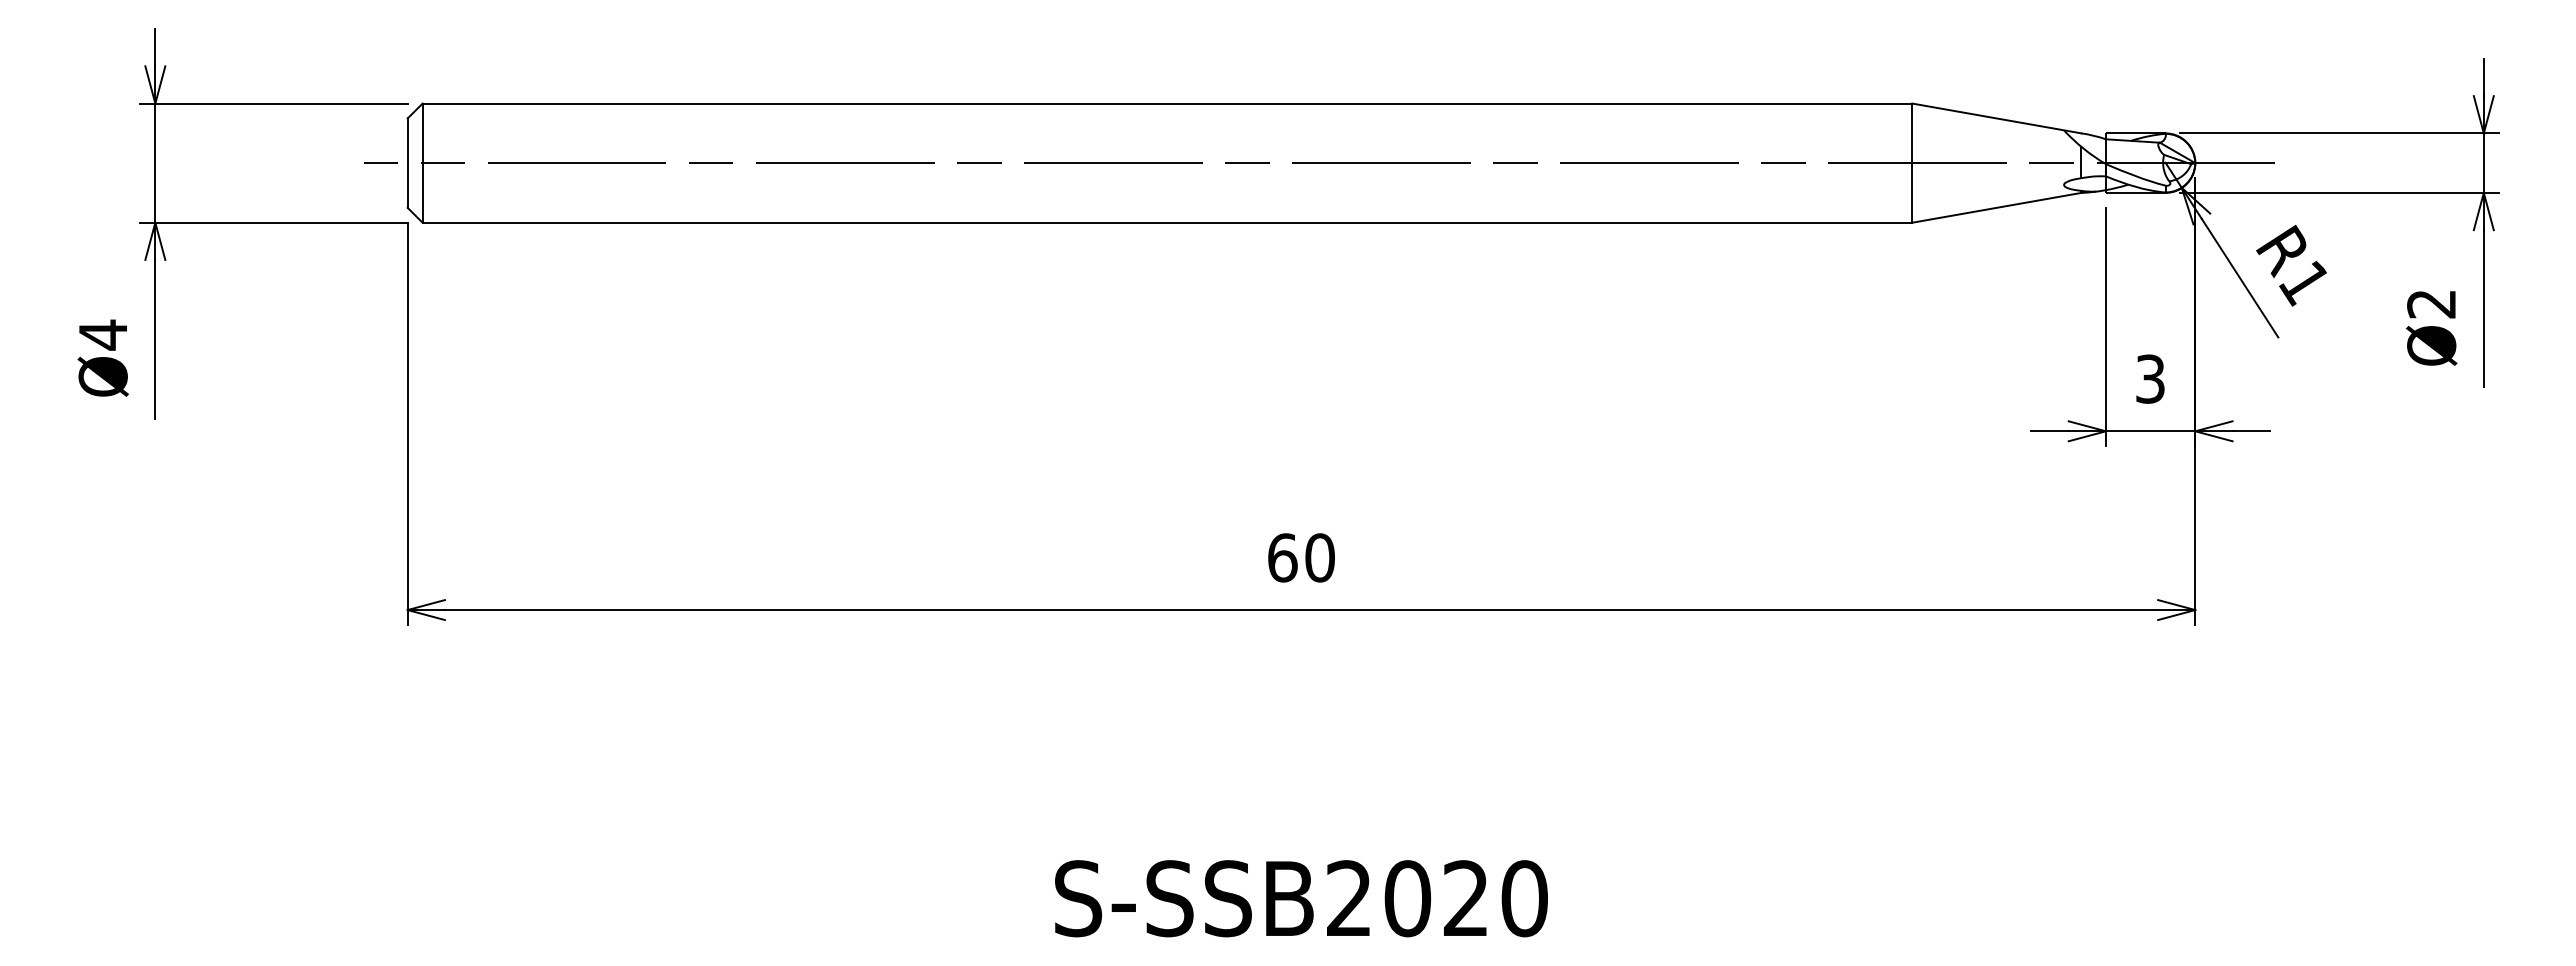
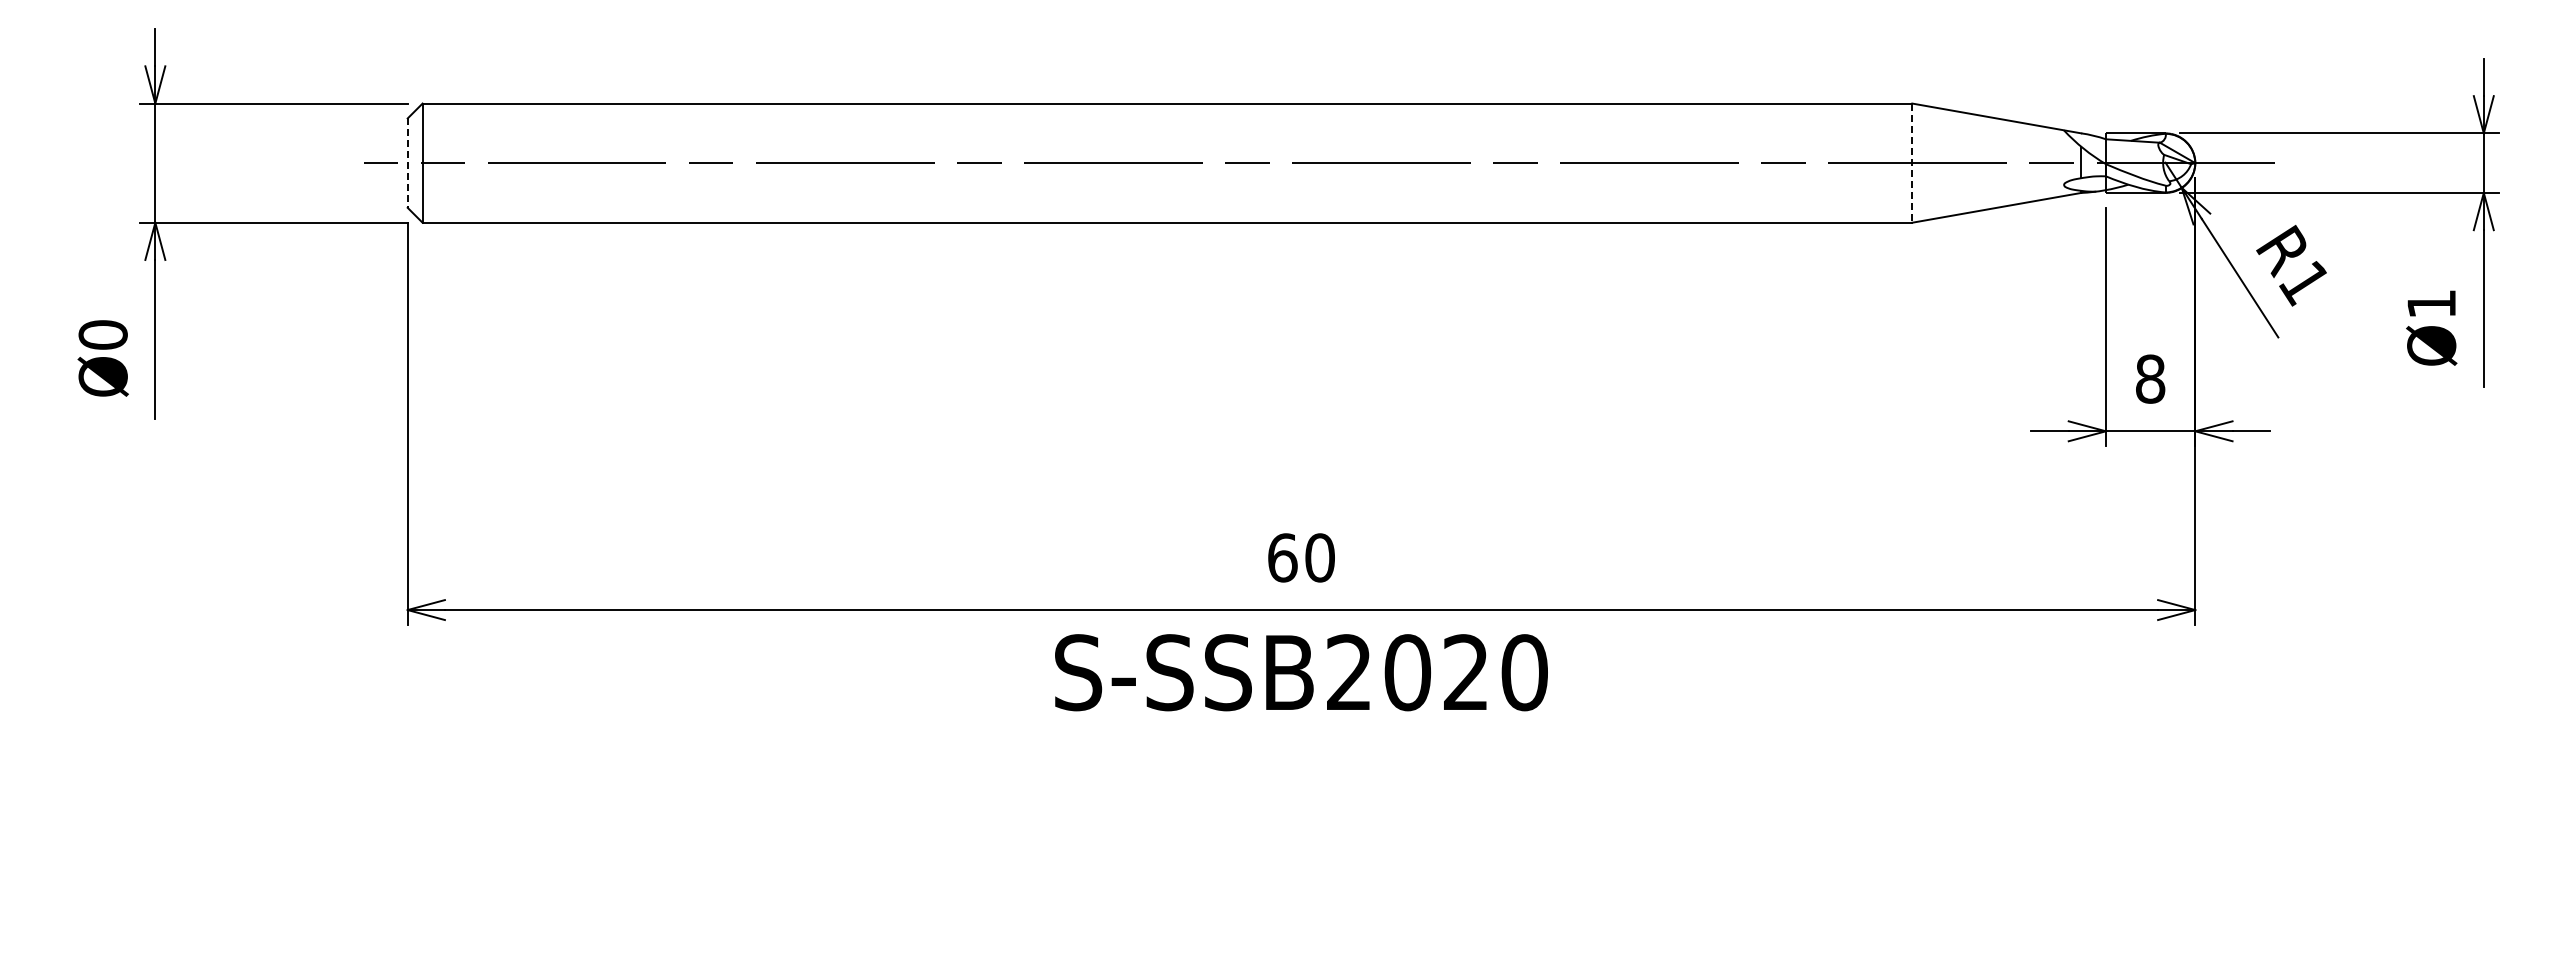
line at (407, 163): solid -> dashed
line at (1912, 163): solid -> dashed
text at (2431, 304): Ø2 -> Ø1
text at (102, 334): Ø4 -> Ø0
text at (2150, 378): 3 -> 8
text at (1301, 898) position: (1301, 898) -> (1301, 672)
